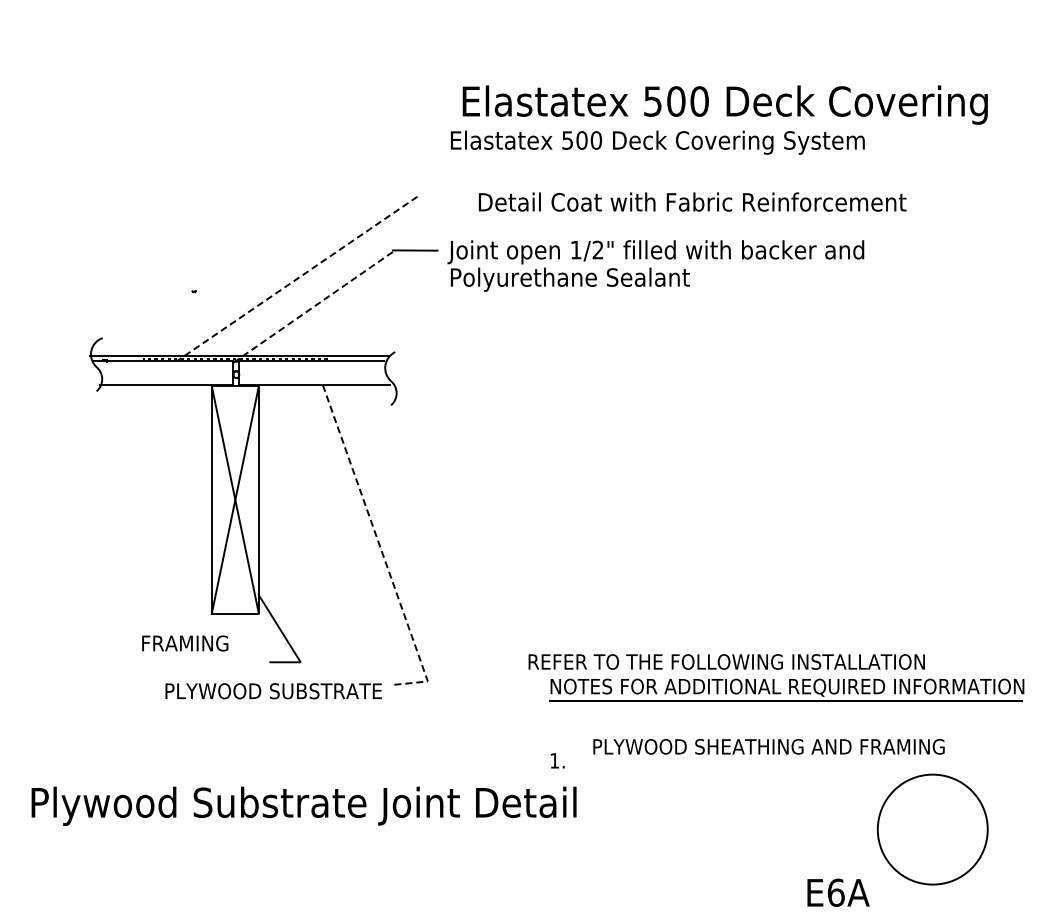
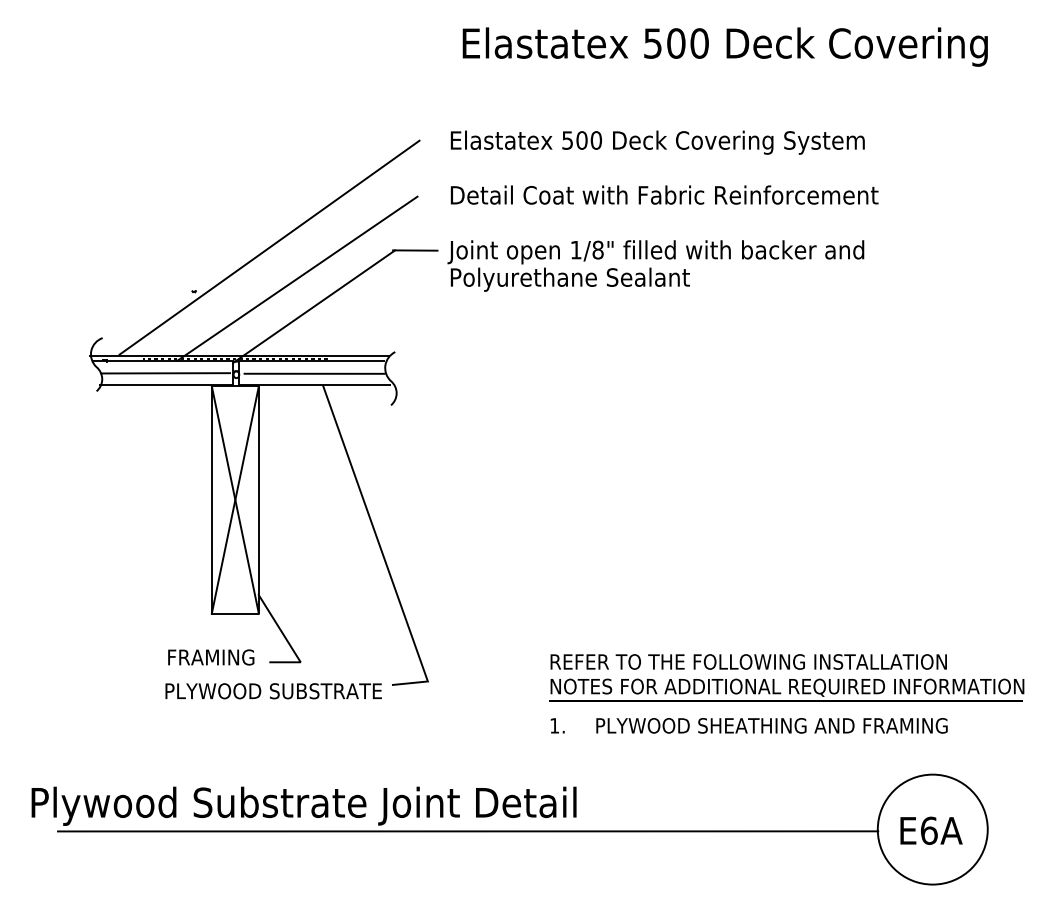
text at (724, 104) position: (724, 104) -> (724, 46)
text at (692, 201) position: (692, 201) -> (664, 194)
line at (269, 247): none -> present
text at (597, 249): 1/2" -> 1/8"
line at (297, 278): dashed -> solid
line at (314, 306): dashed -> solid
line at (165, 373): none -> present
line at (314, 373): none -> present
line at (381, 551): dashed -> solid
text at (185, 643) position: (185, 643) -> (211, 657)
text at (726, 661) position: (726, 661) -> (748, 661)
text at (768, 746) position: (768, 746) -> (771, 725)
text at (557, 760) position: (557, 760) -> (557, 725)
line at (468, 831): none -> present
text at (838, 892) position: (838, 892) -> (931, 830)
